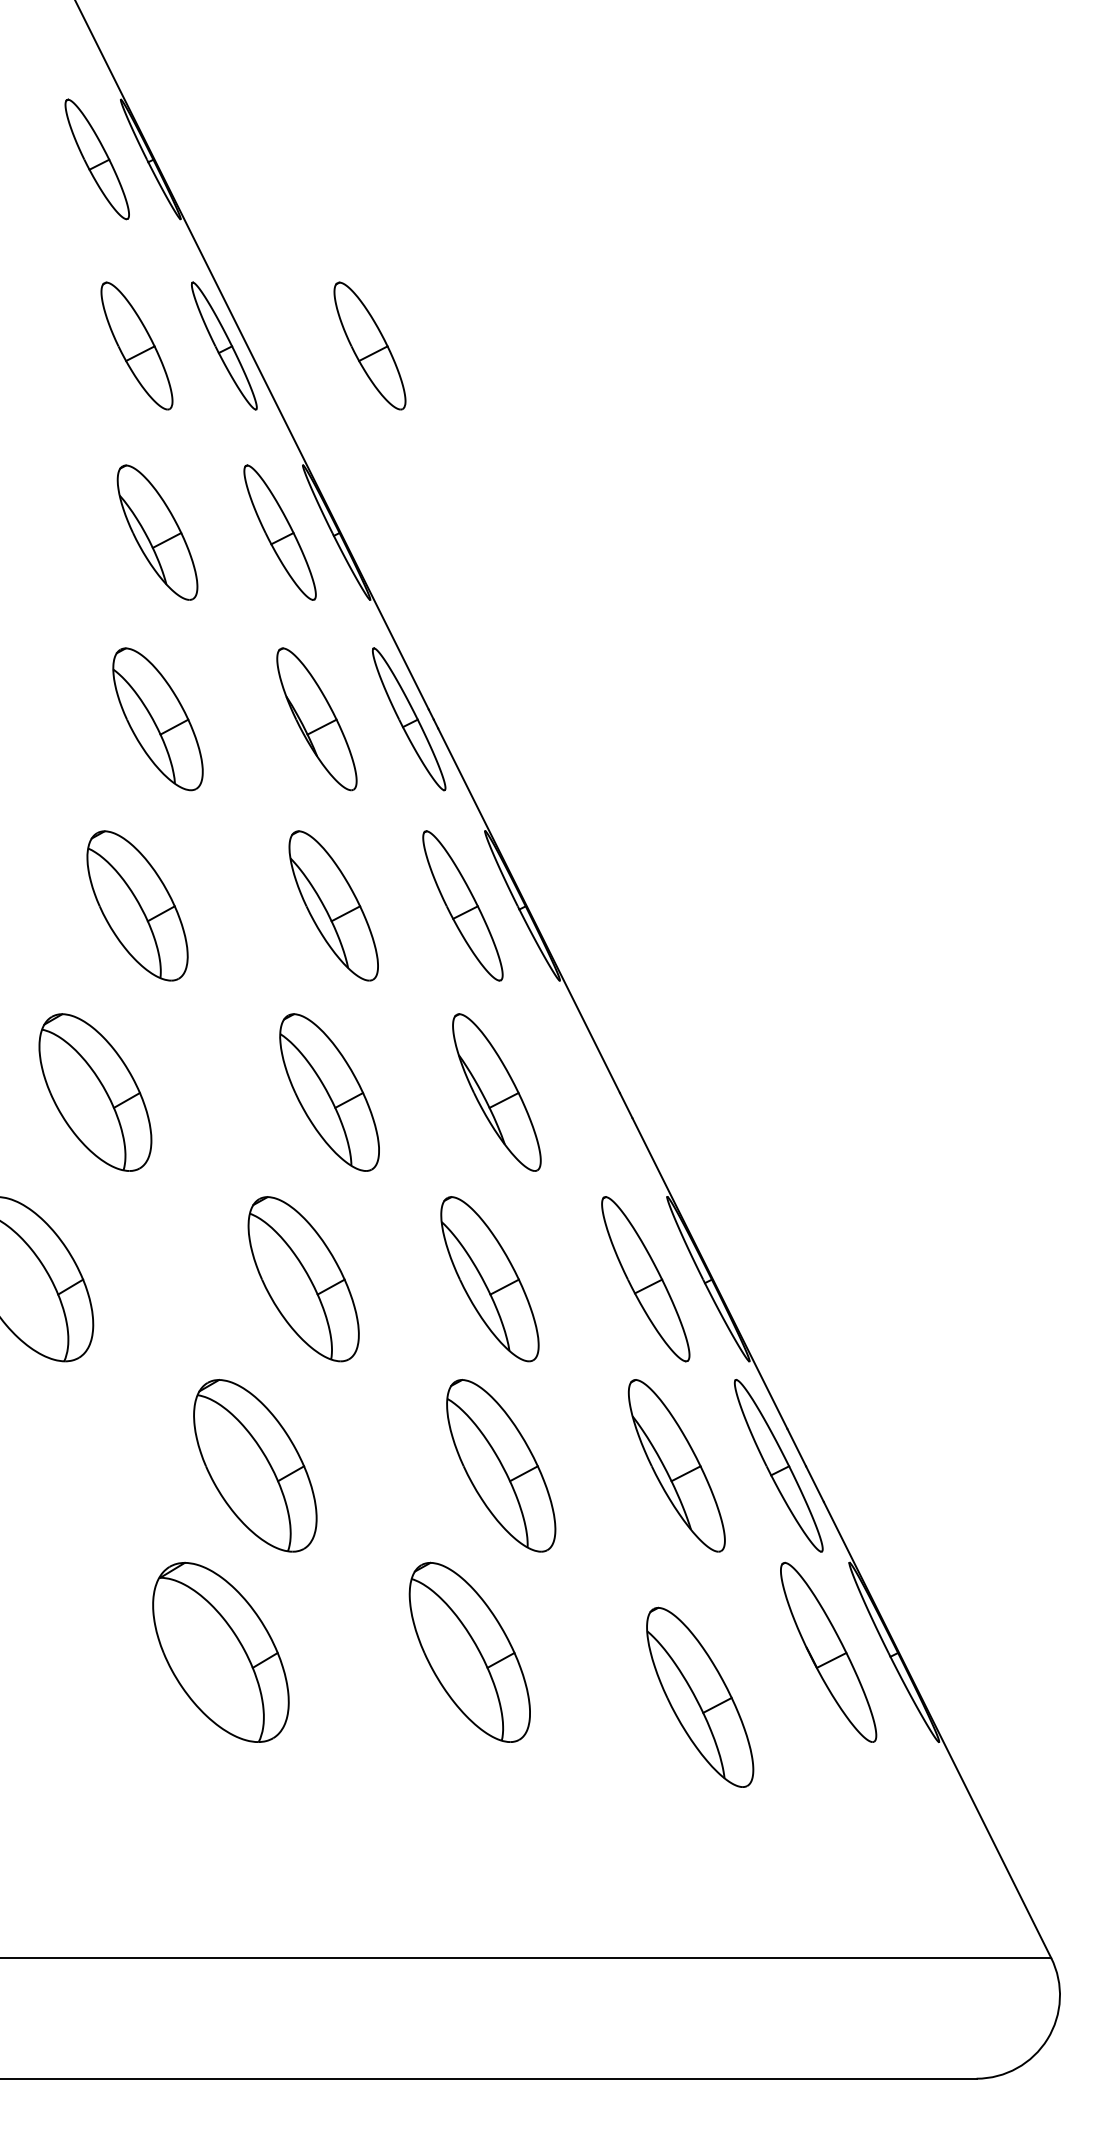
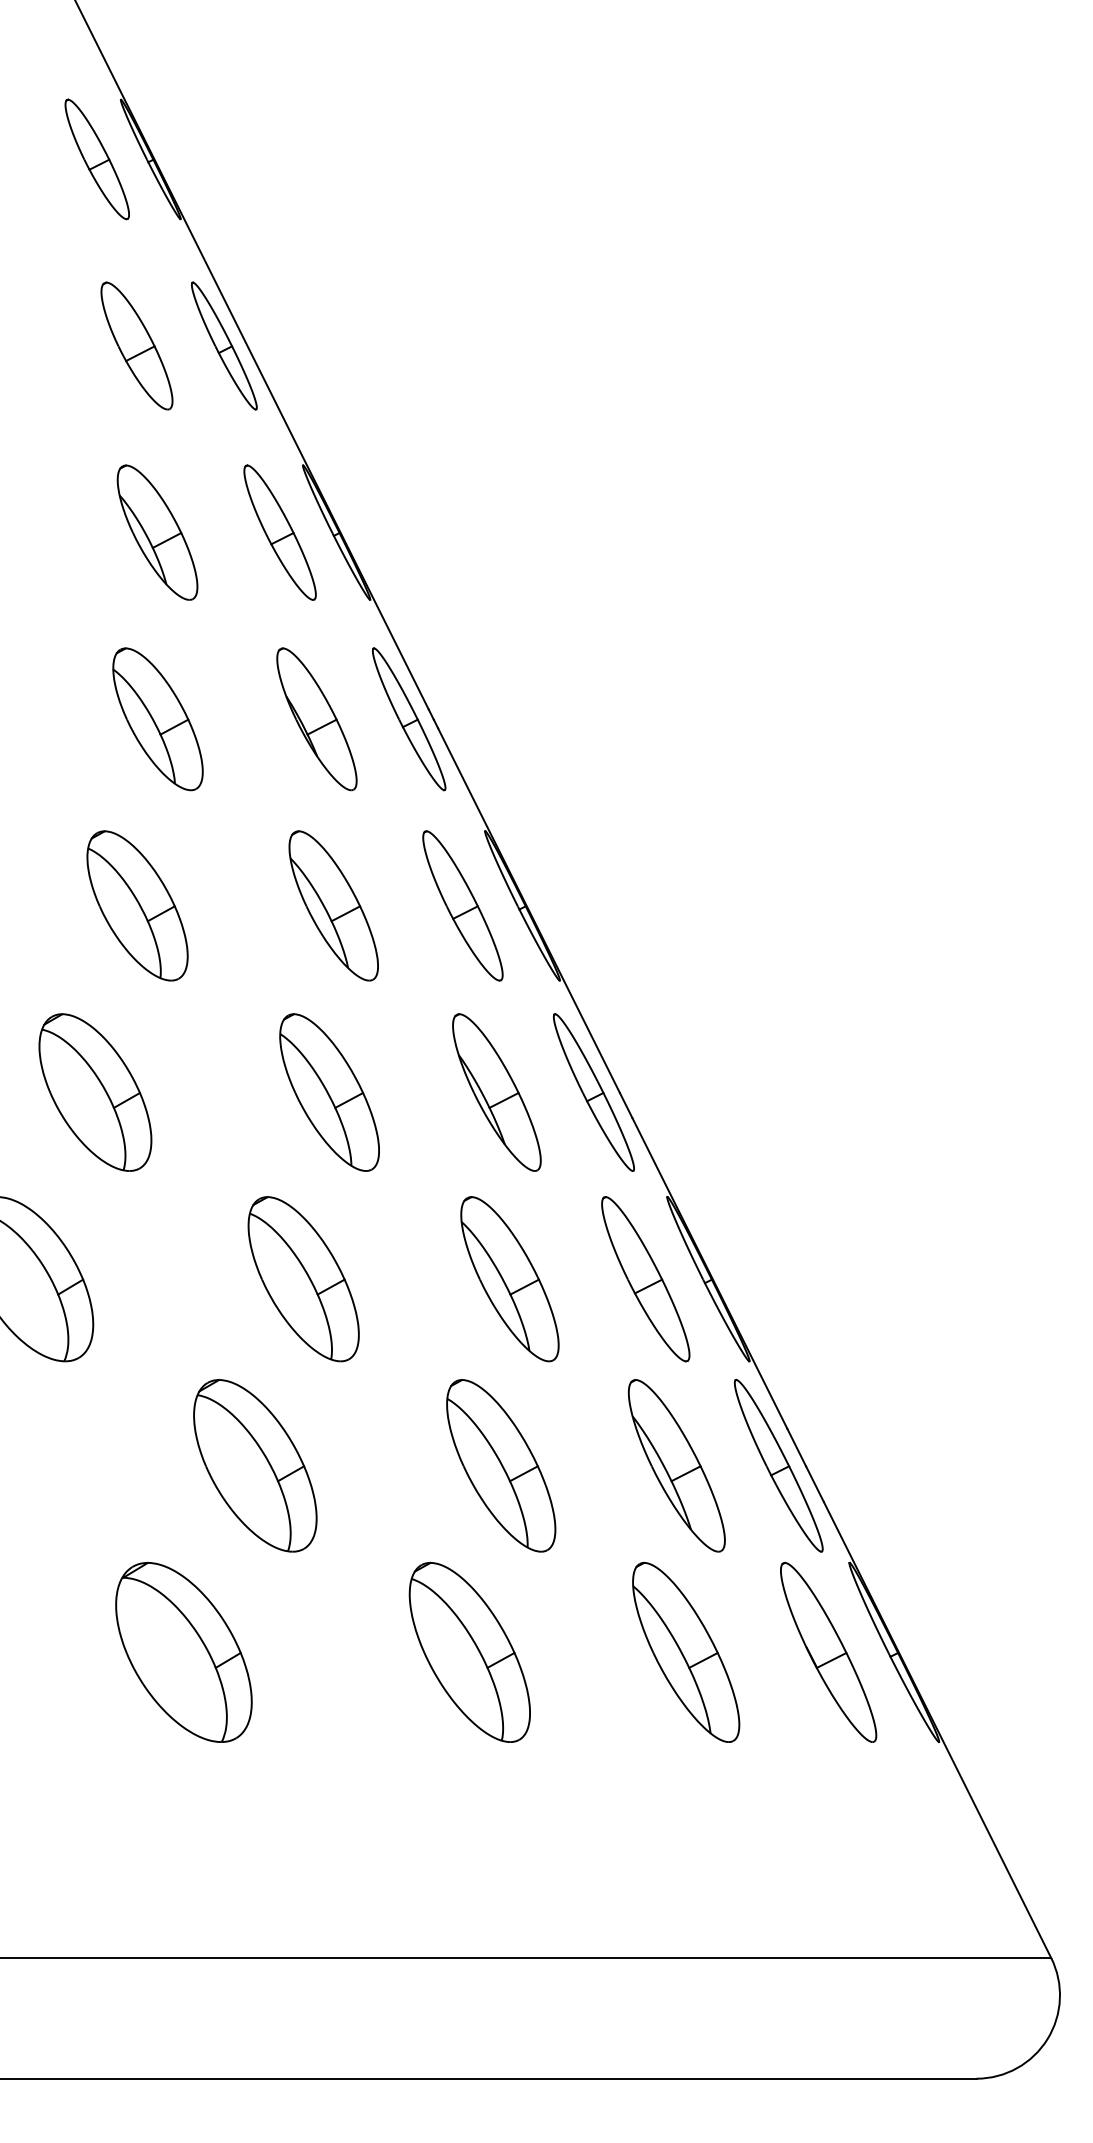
part at (369, 345): present -> none
part at (593, 1092): none -> present
part at (489, 1279) position: (489, 1279) -> (509, 1279)
part at (220, 1651) position: (220, 1651) -> (183, 1651)
part at (700, 1696) position: (700, 1696) -> (686, 1651)
